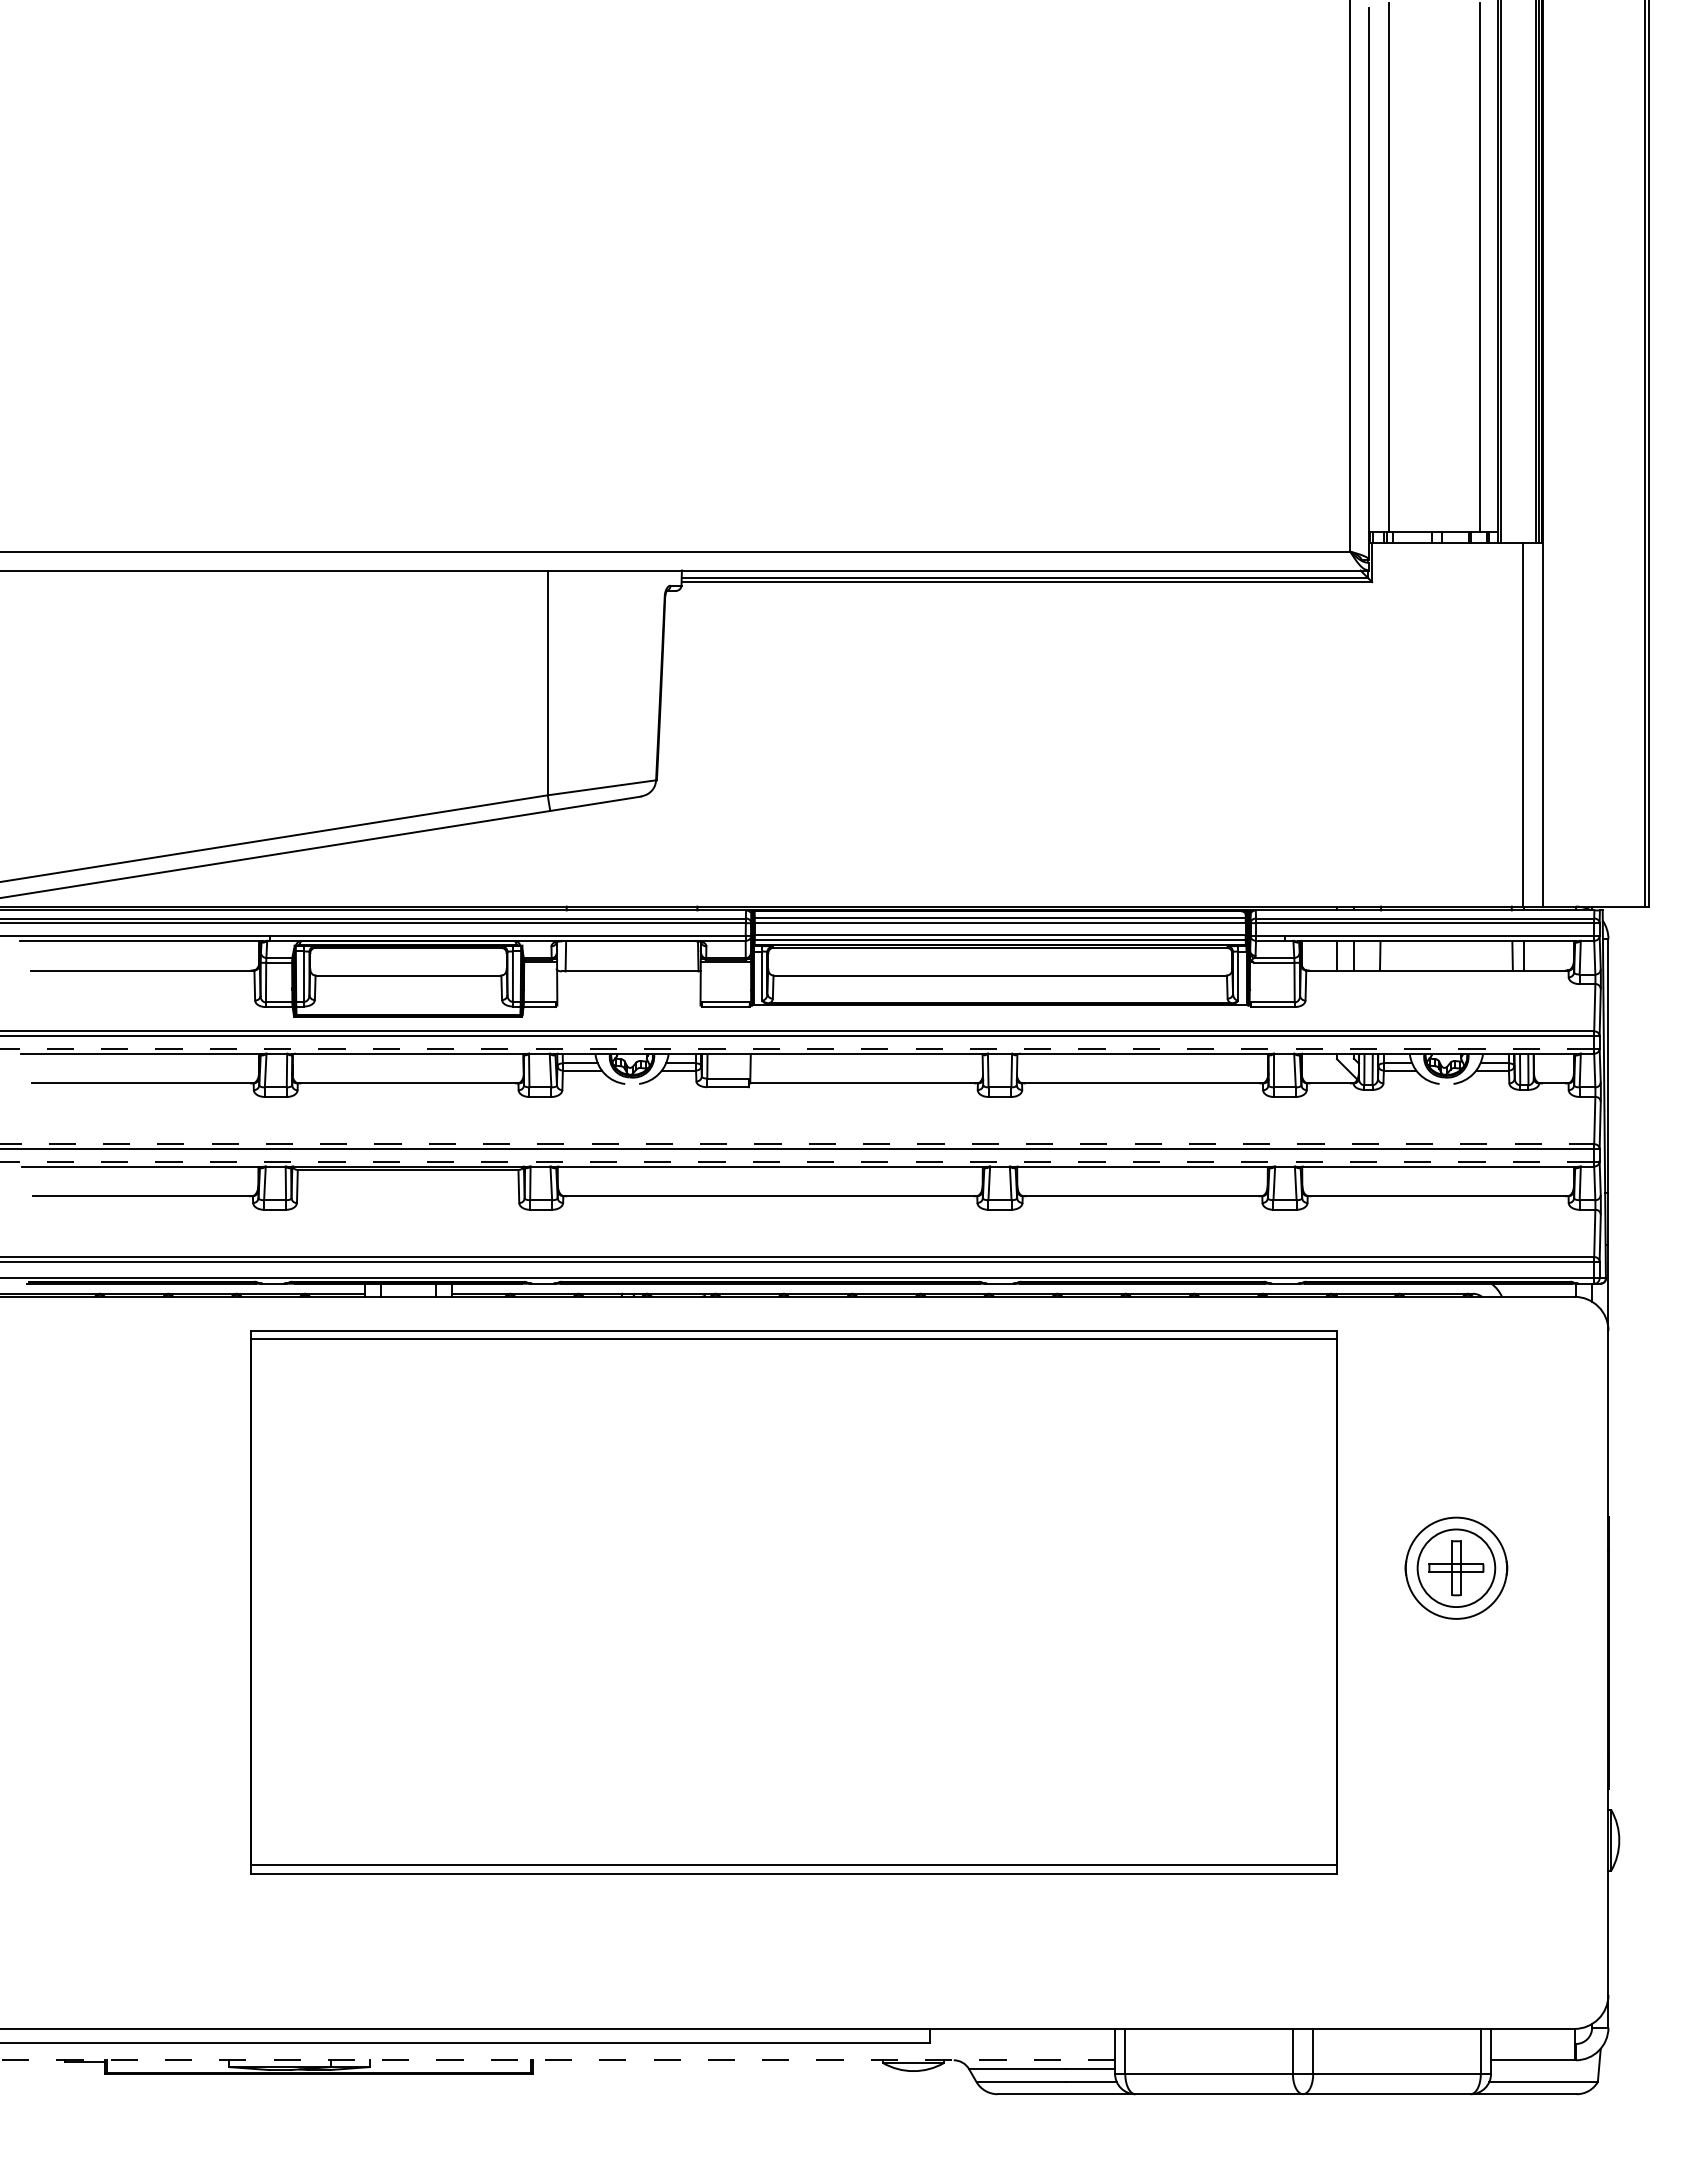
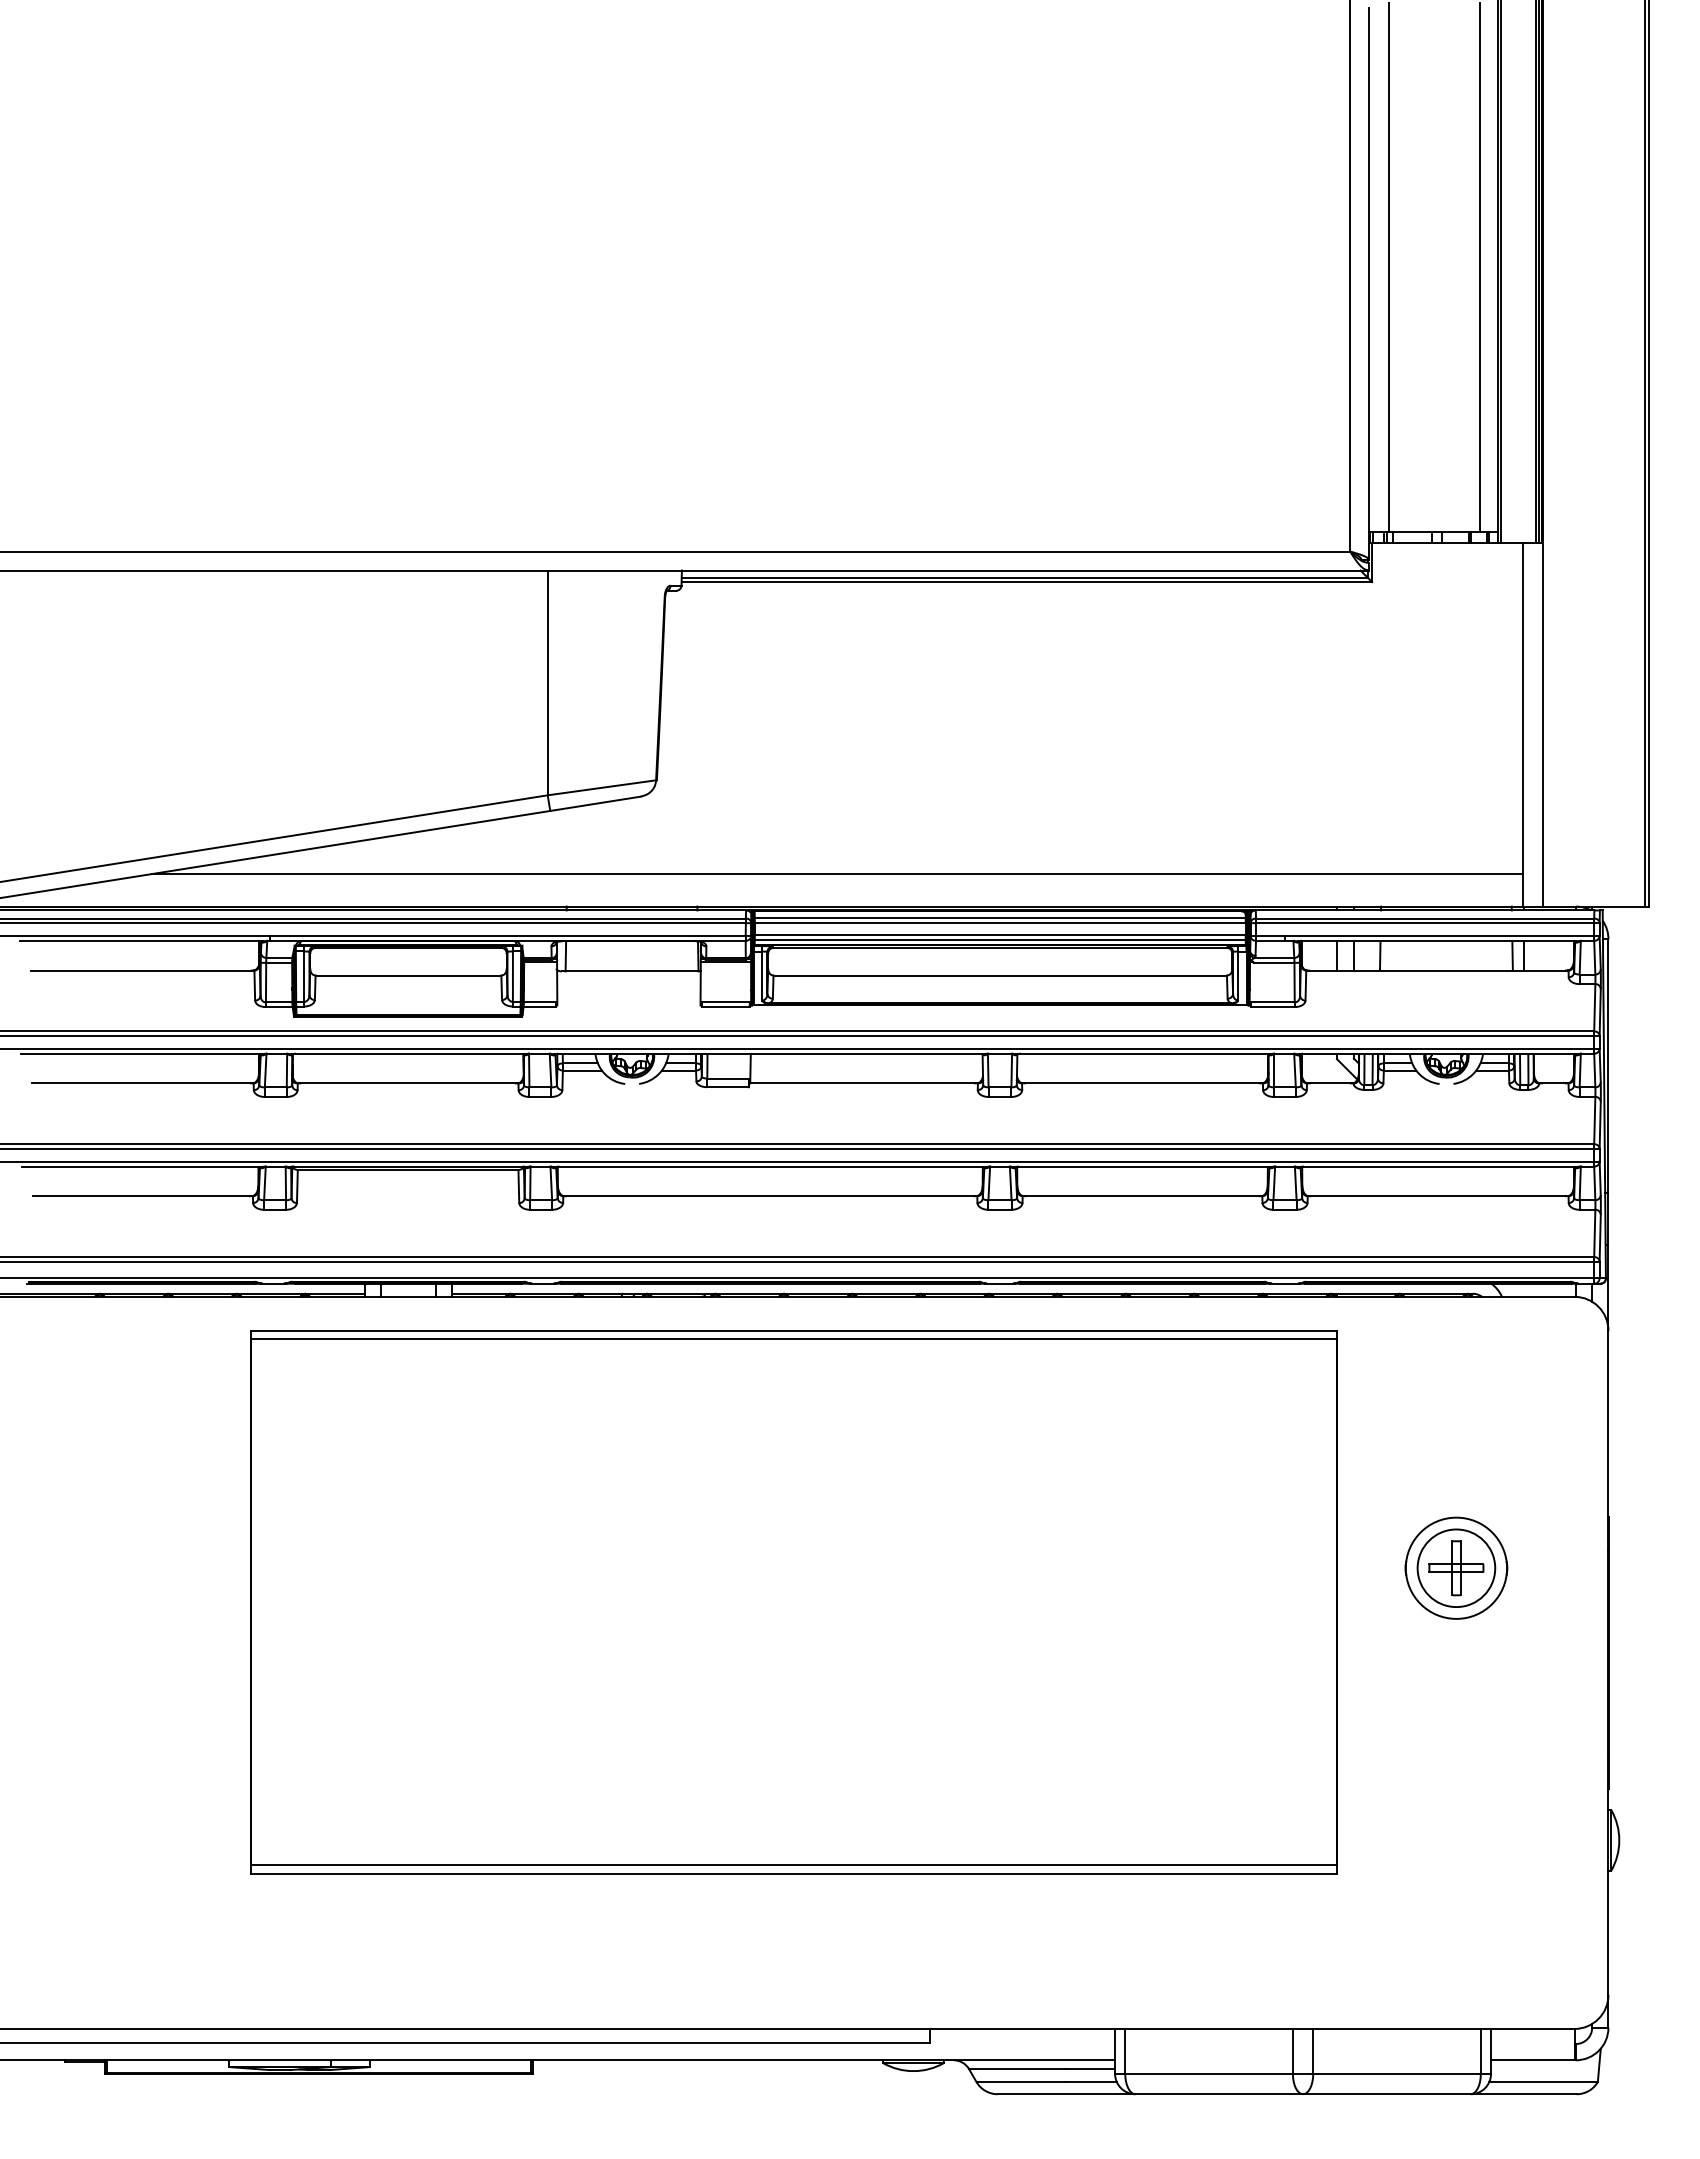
line at (837, 874): none -> present
line at (797, 1048): dashed -> solid
line at (797, 1144): dashed -> solid
line at (797, 1161): dashed -> solid
line at (557, 2060): dashed -> solid
